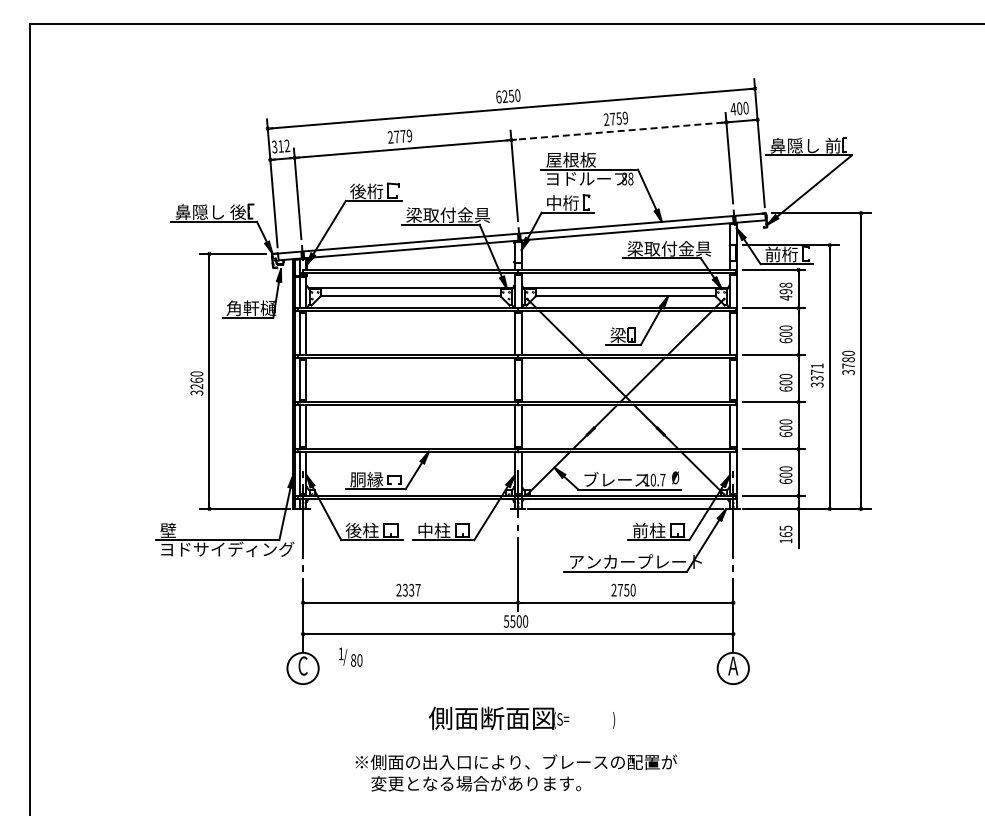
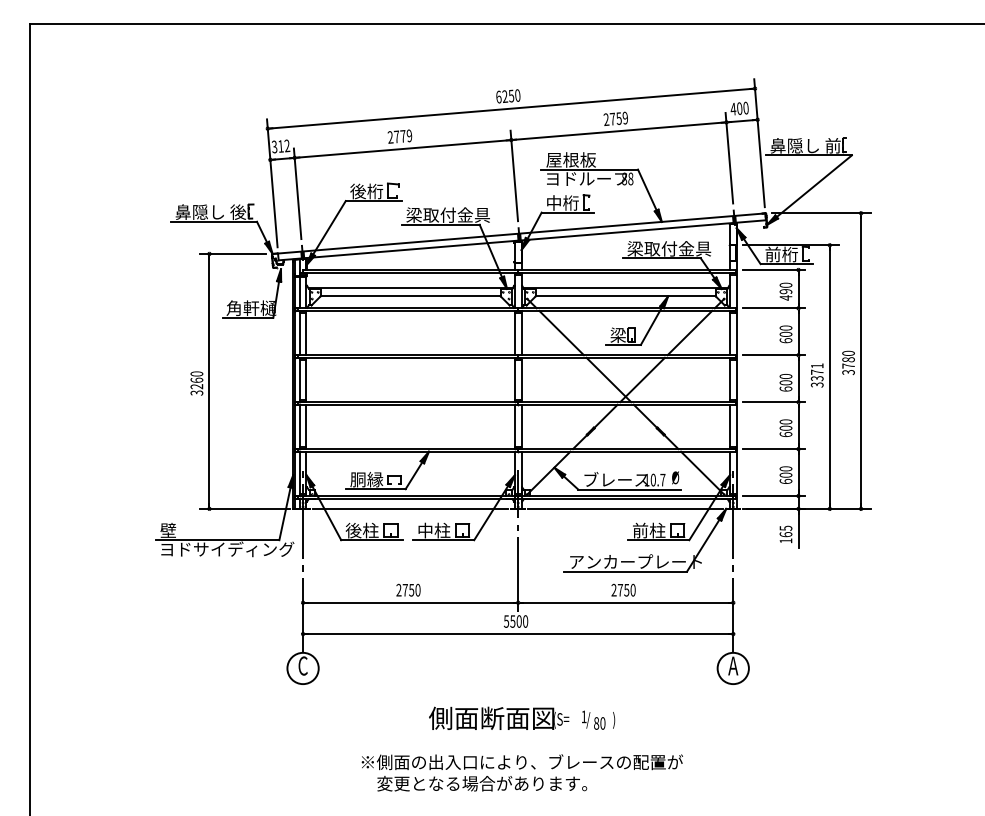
line at (618, 131): dashed -> solid
text at (786, 284): 498 -> 490
line at (410, 509): none -> present
text at (411, 589): 2337 -> 2750
text at (350, 656) position: (350, 656) -> (593, 719)
text at (515, 772) position: (515, 772) -> (521, 772)
